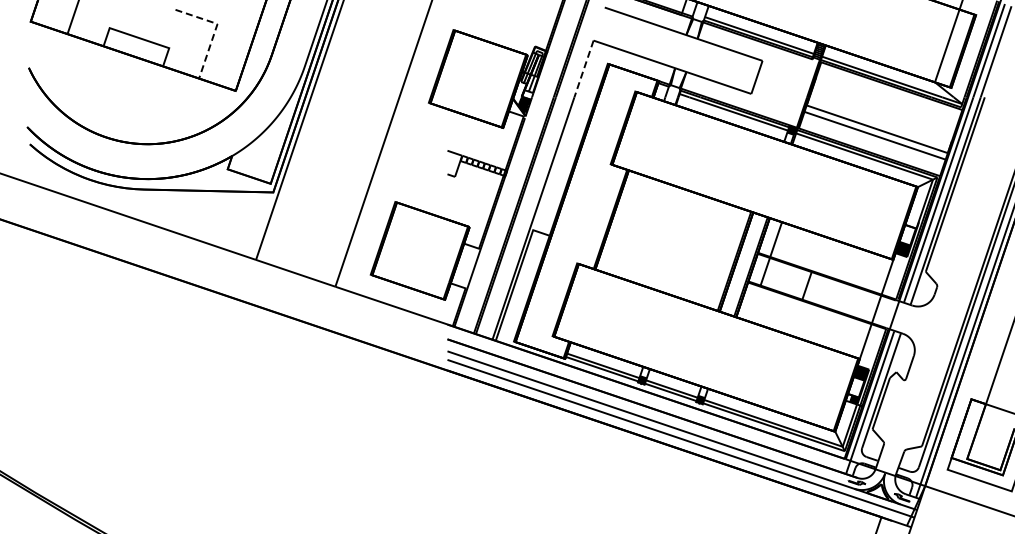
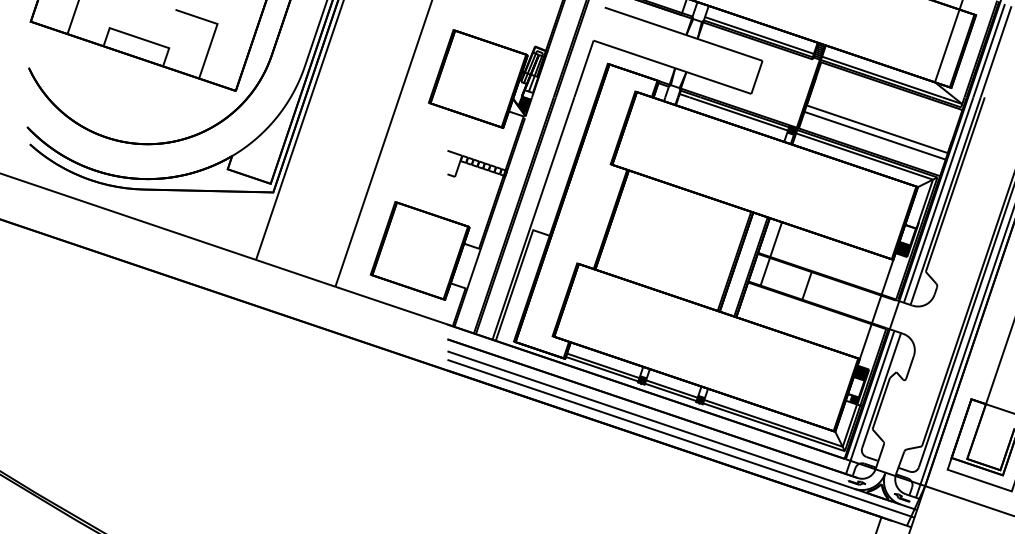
line at (215, 29): dashed -> solid
line at (584, 68): dashed -> solid
